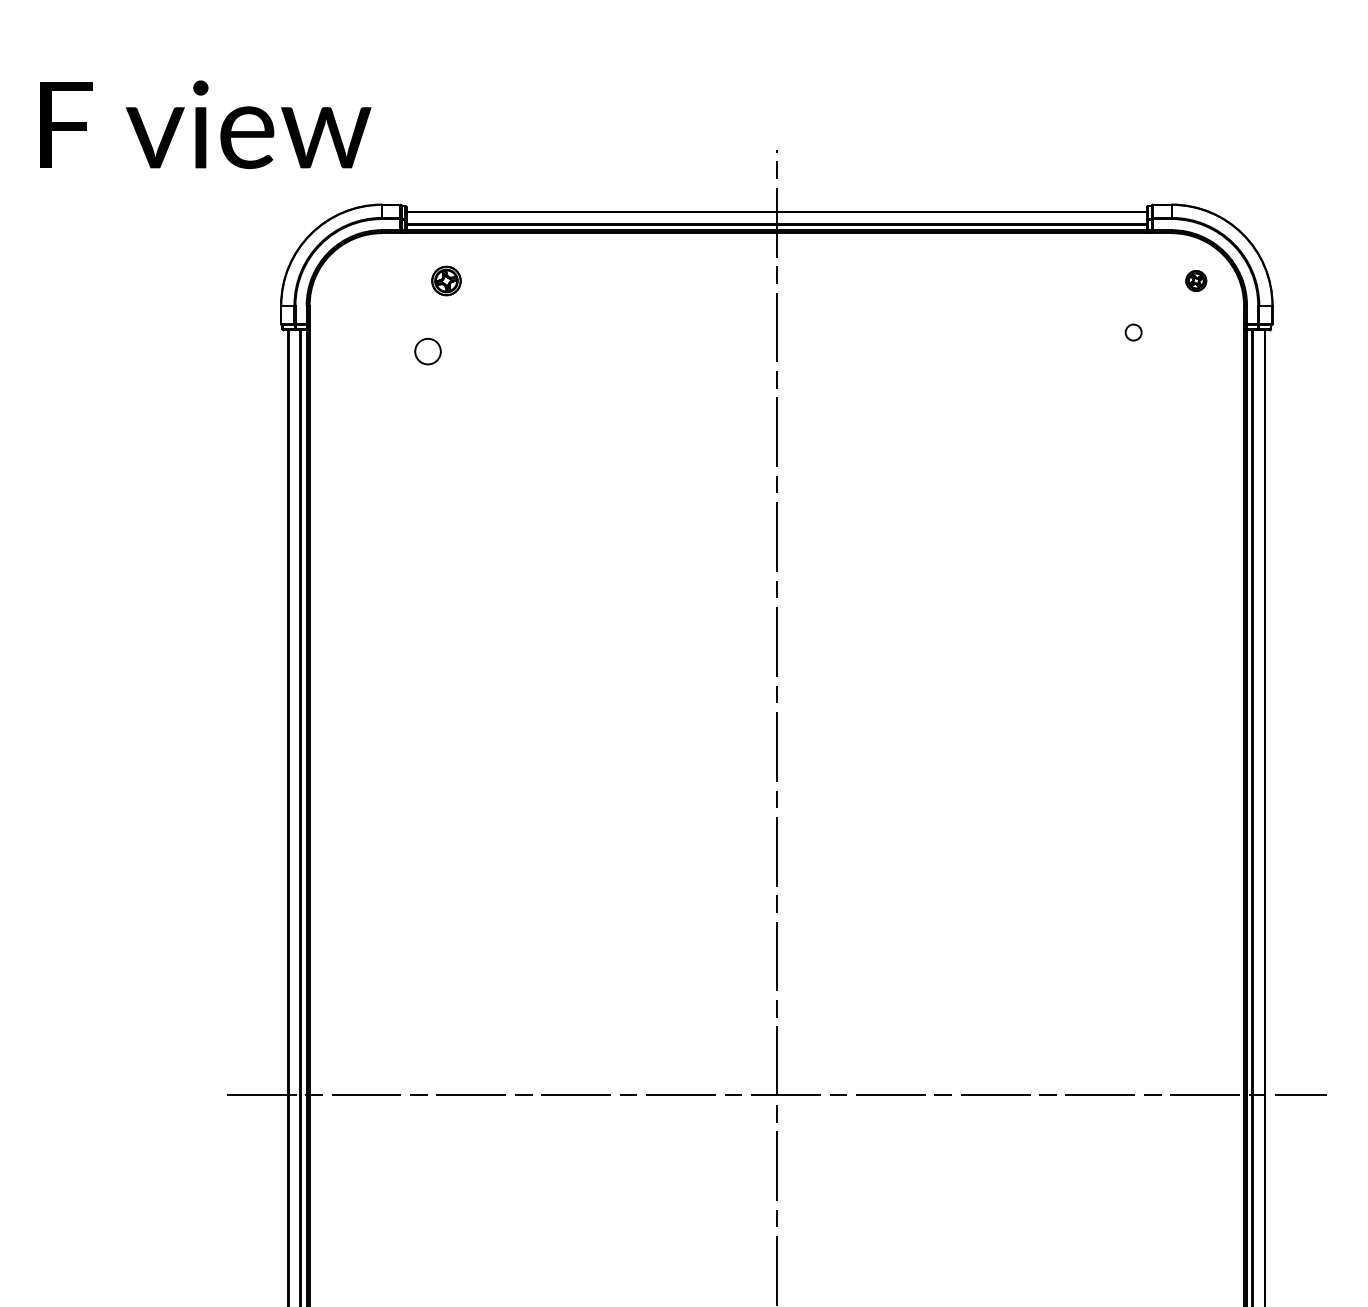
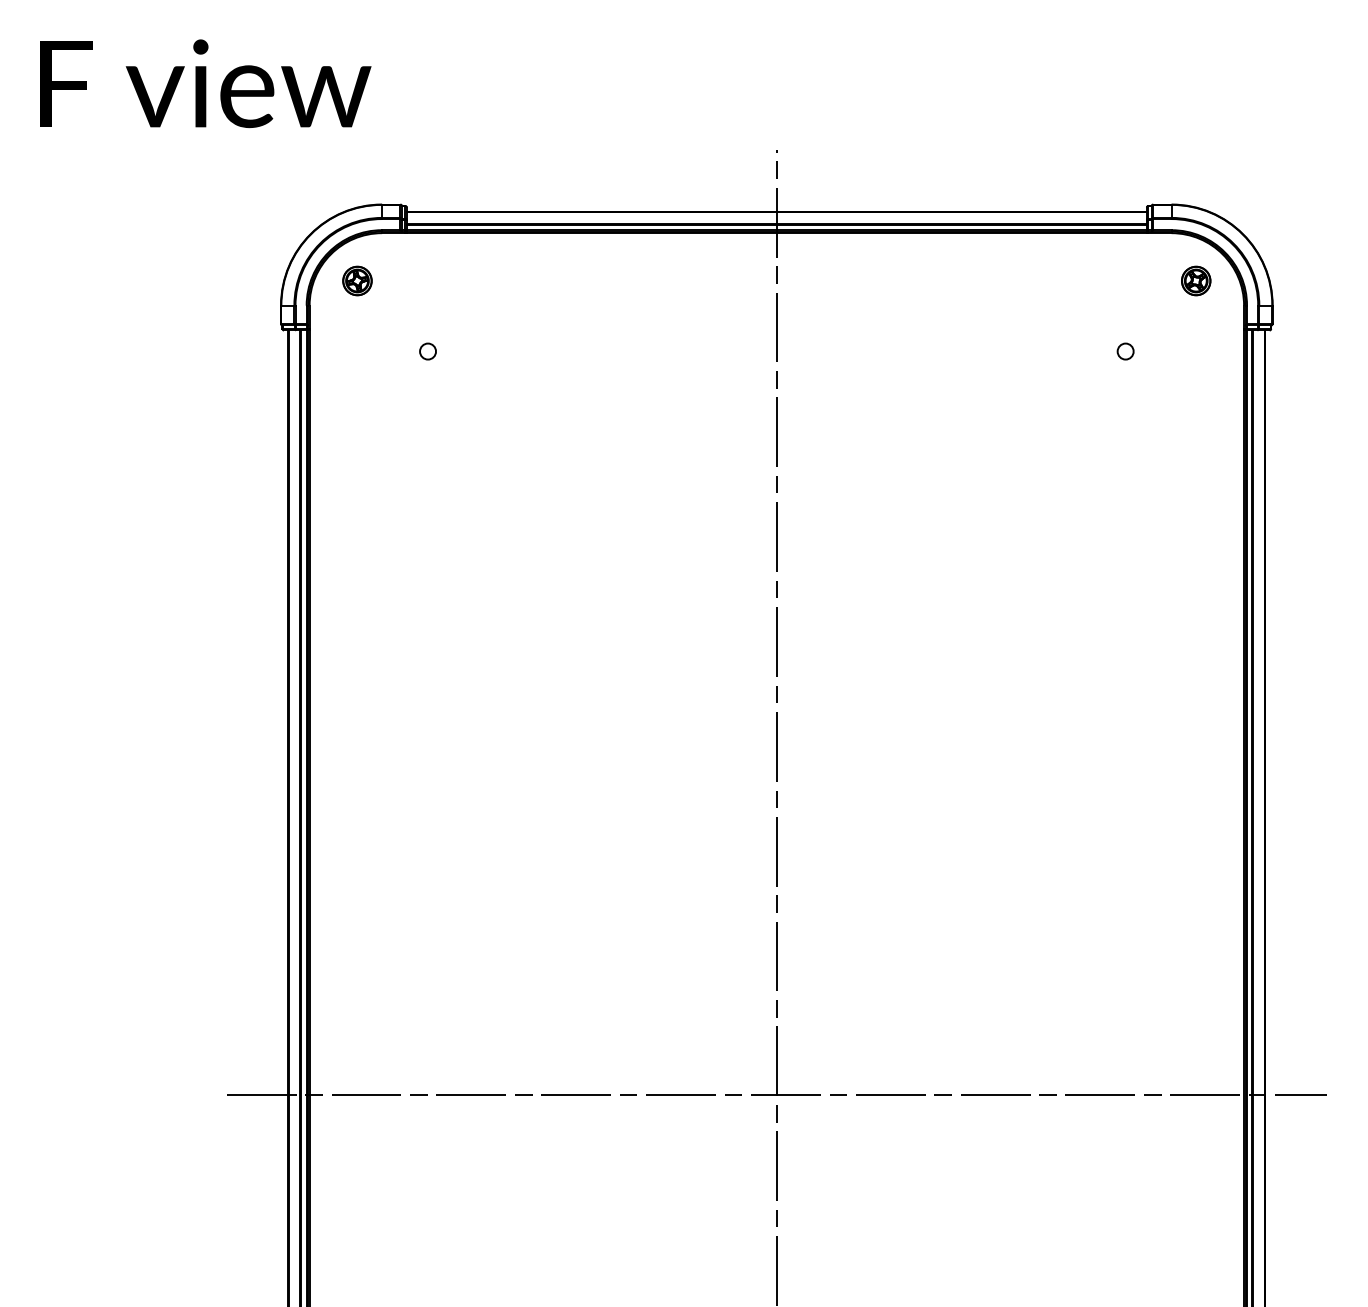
text at (205, 124) position: (205, 124) -> (205, 83)
part at (446, 280) position: (446, 280) -> (357, 280)
part at (1196, 280) size: 23x22 px -> 31x32 px
circle at (1133, 332) position: (1133, 332) -> (1125, 351)
circle at (427, 351) size: 28x29 px -> 18x19 px
